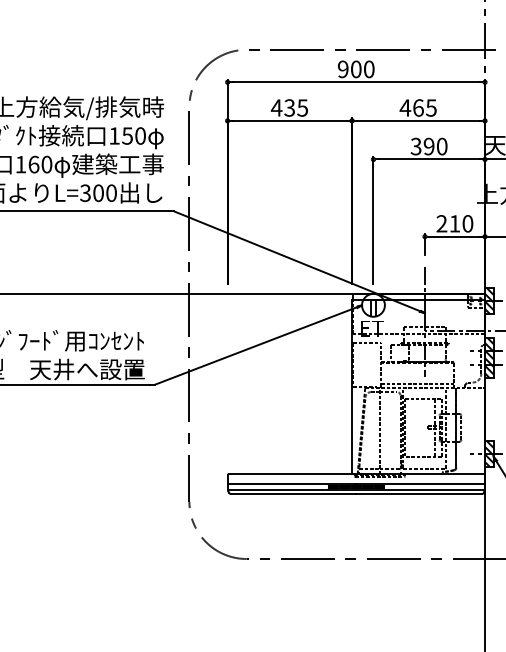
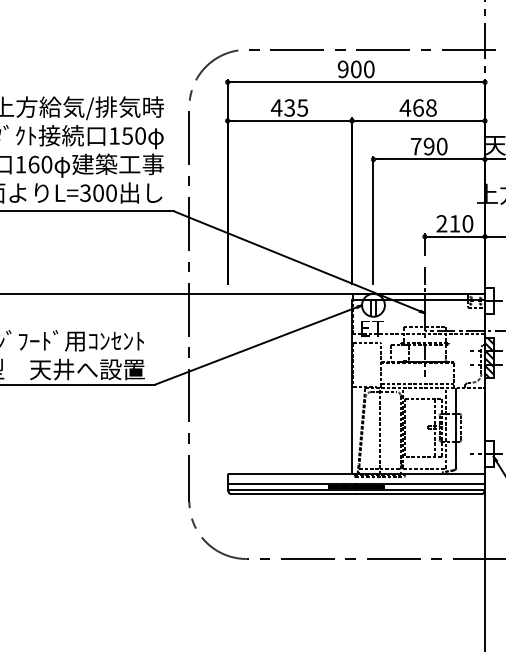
text at (430, 107): 465 -> 468
text at (415, 146): 390 -> 790
hatch at (489, 300): present -> none
hatch at (489, 453): present -> none
